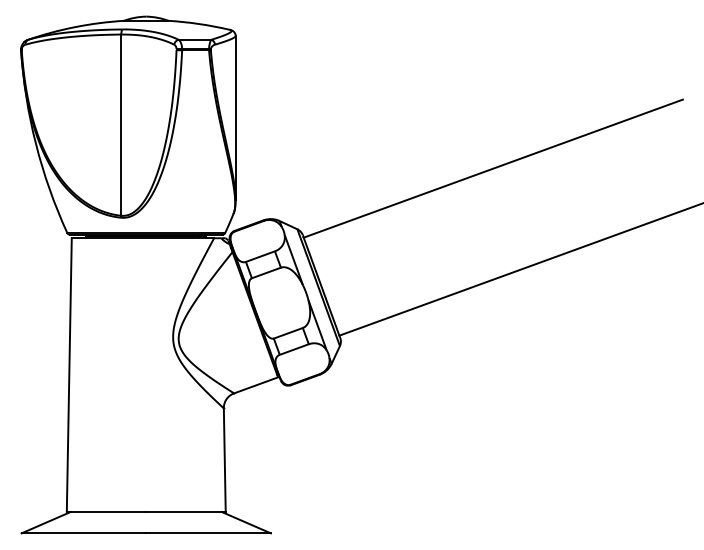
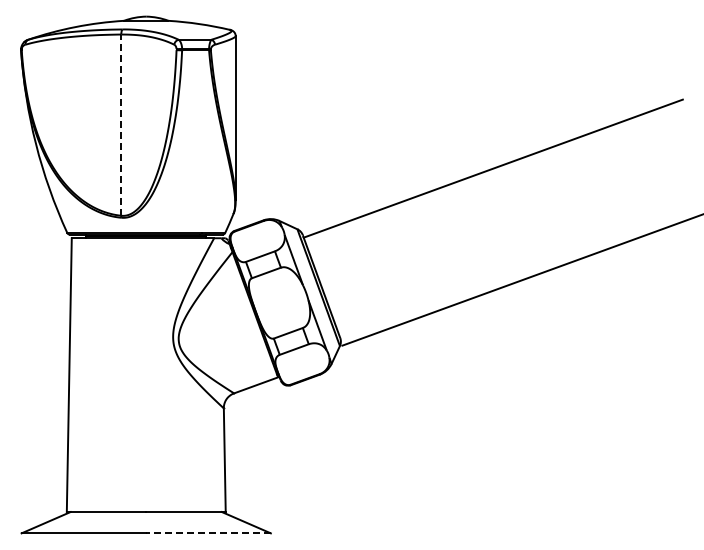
line at (121, 125): solid -> dashed
line at (519, 269) position: (519, 269) -> (521, 280)
line at (208, 533): solid -> dashed
